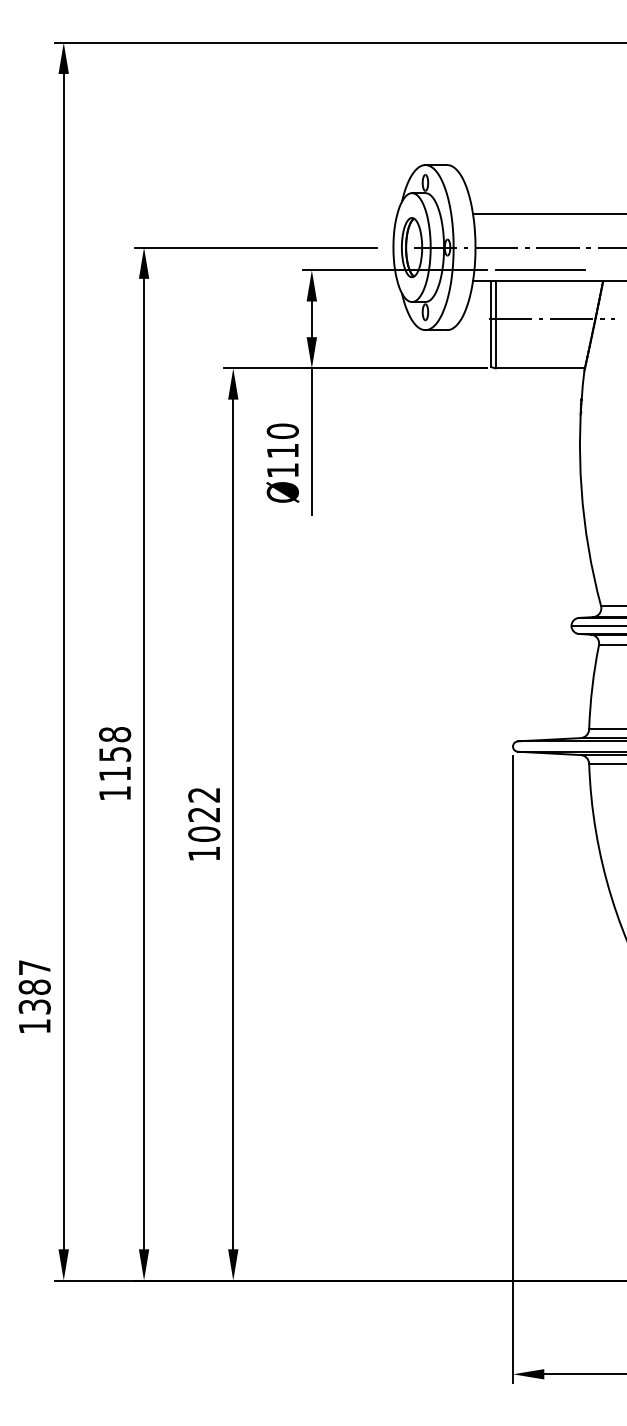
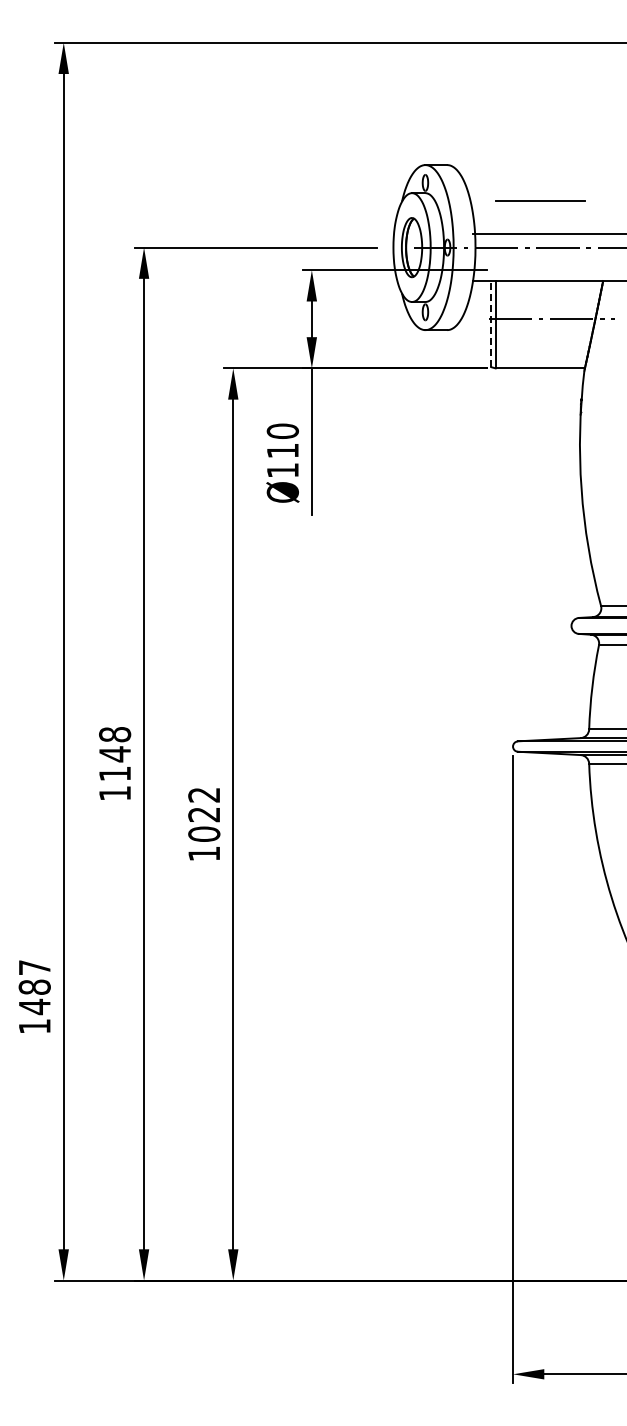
line at (548, 214) position: (548, 214) -> (548, 234)
line at (540, 269) position: (540, 269) -> (540, 200)
line at (491, 323): solid -> dashed
line at (597, 625): present -> none
text at (115, 754): 1158 -> 1148
text at (34, 1006): 1387 -> 1487
